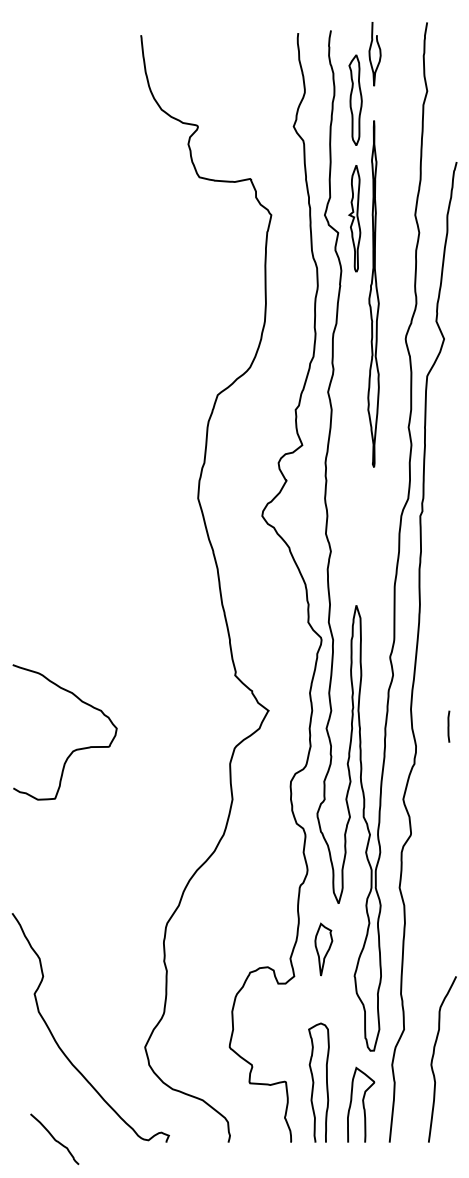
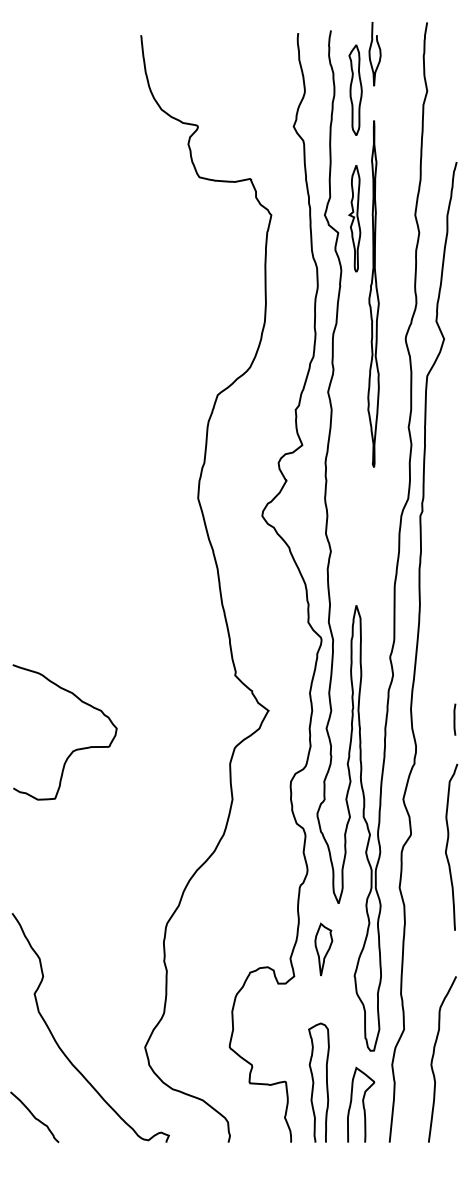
part at (355, 99) position: (355, 99) -> (355, 89)
line at (448, 726) position: (448, 726) -> (454, 719)
curve at (447, 846): none -> present
curve at (54, 1139) position: (54, 1139) -> (34, 1117)
